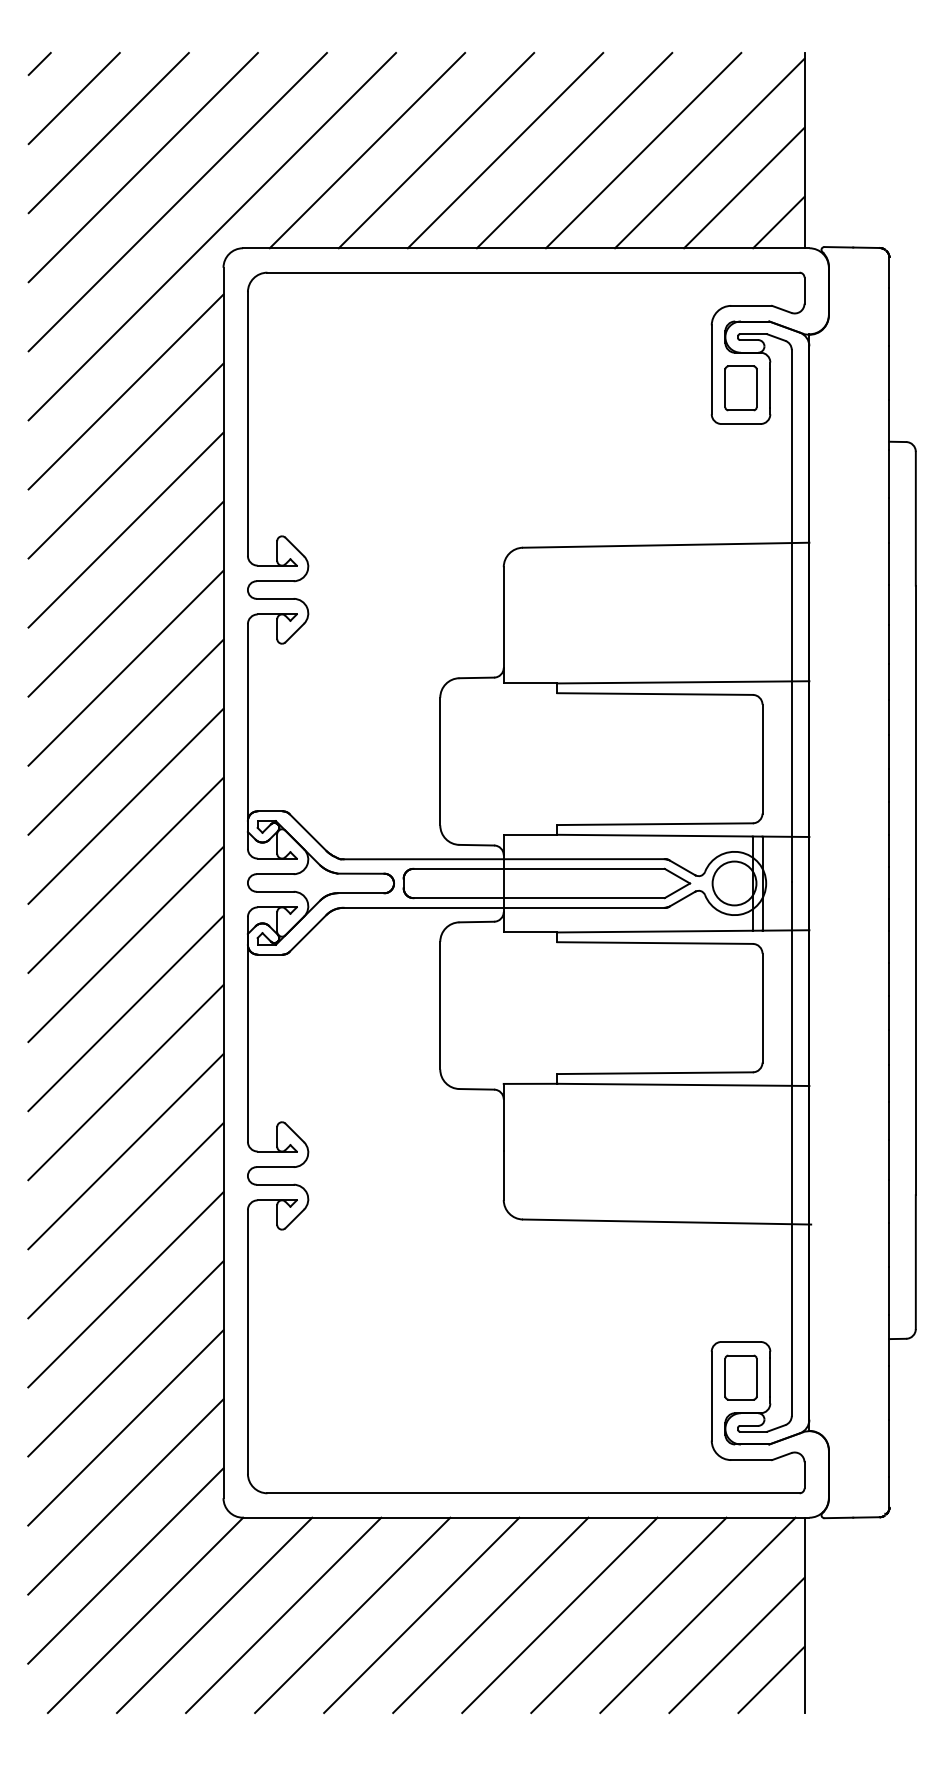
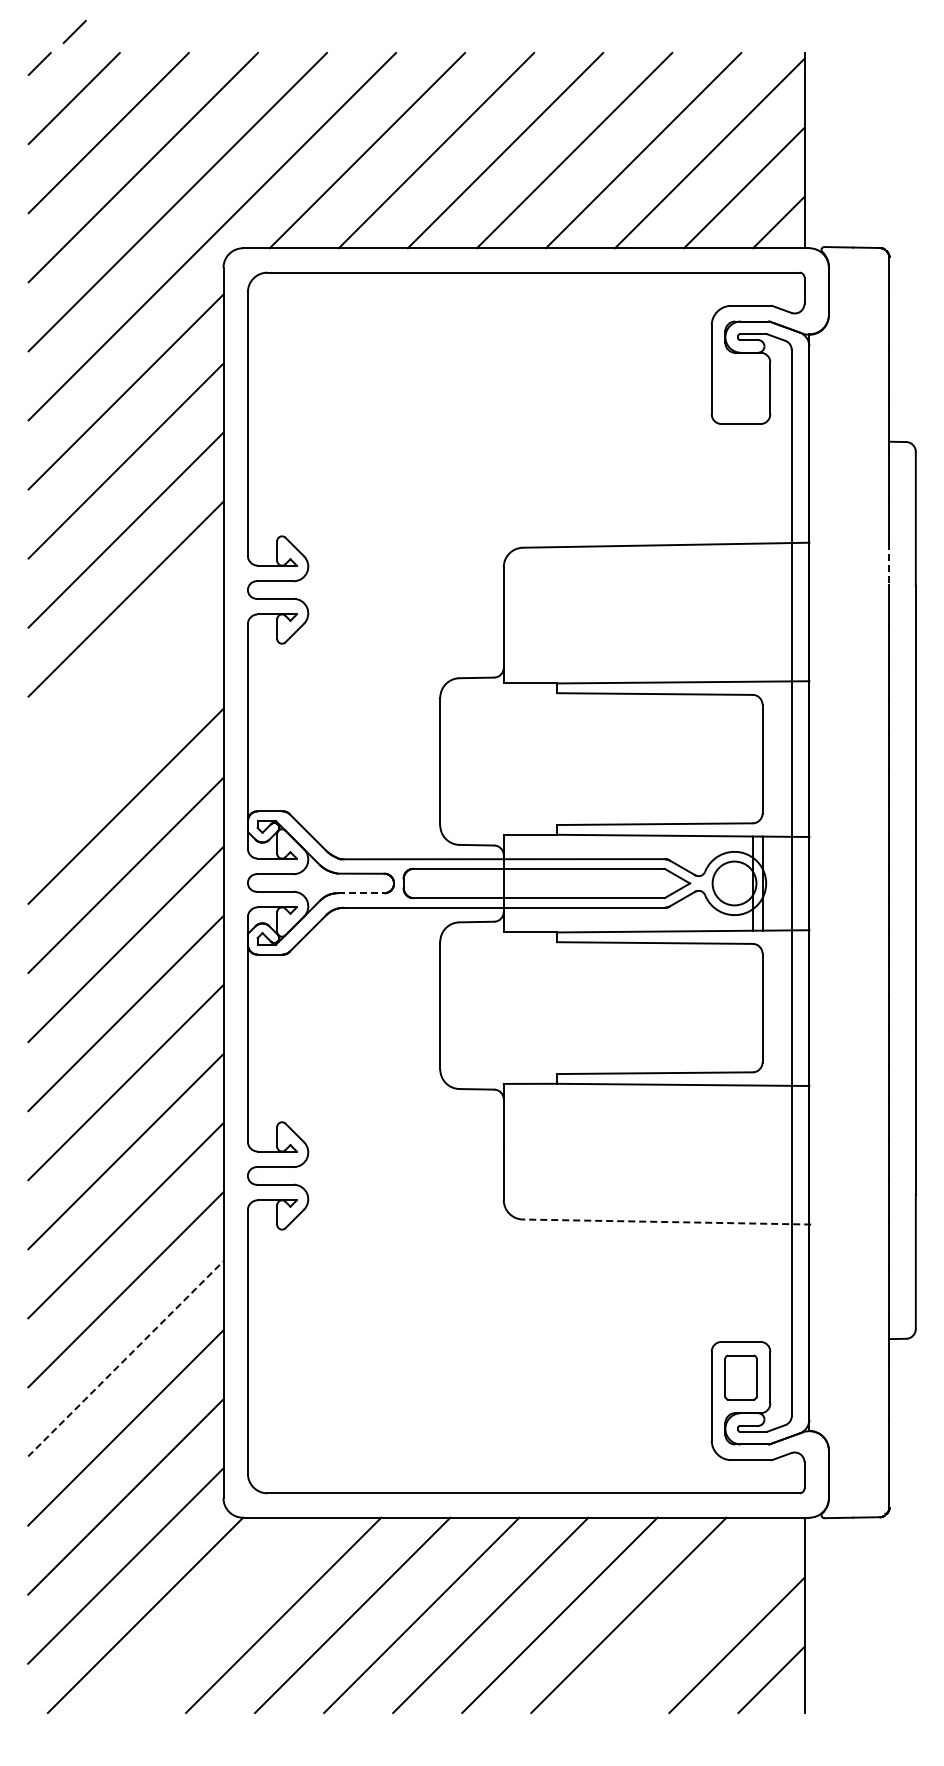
line at (74, 31): none -> present
part at (740, 388): present -> none
line at (889, 564): solid -> dashed
line at (125, 667): present -> none
line at (125, 736): present -> none
line at (361, 893): solid -> dashed
line at (666, 1222): solid -> dashed
line at (126, 1358): solid -> dashed
line at (214, 1615): present -> none
line at (697, 1615): present -> none
